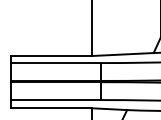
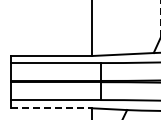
line at (160, 18): solid -> dashed
line at (51, 108): solid -> dashed
